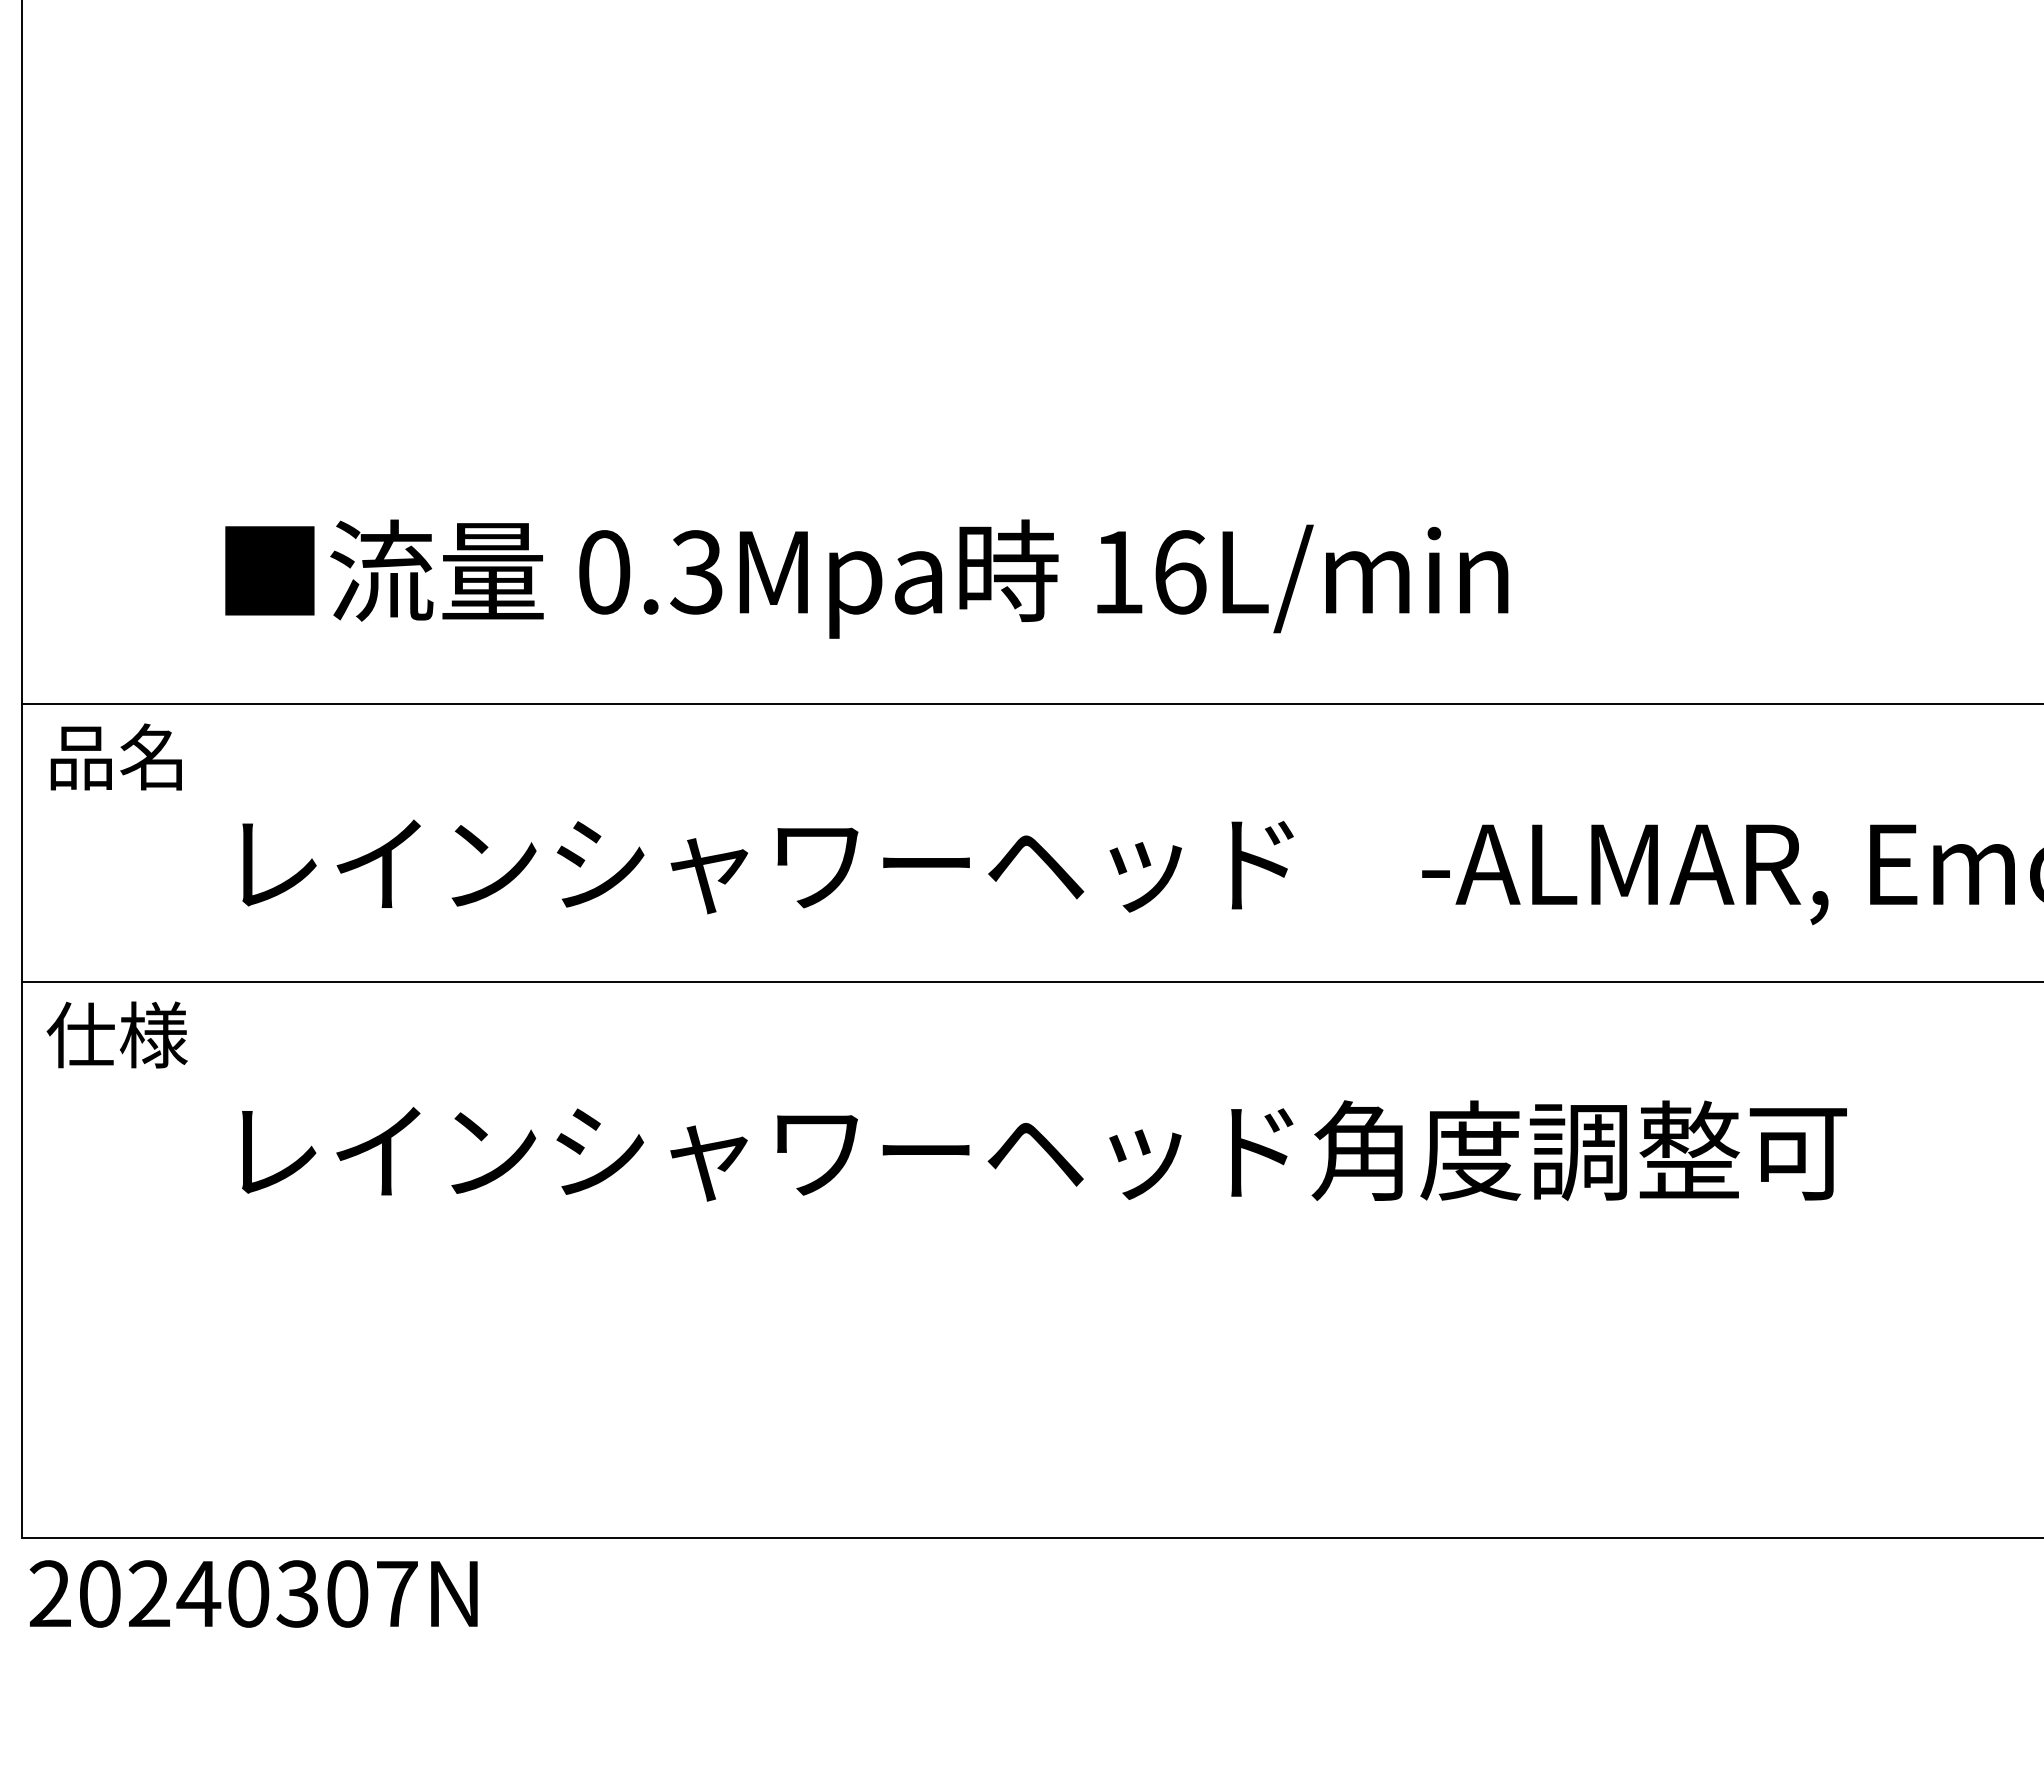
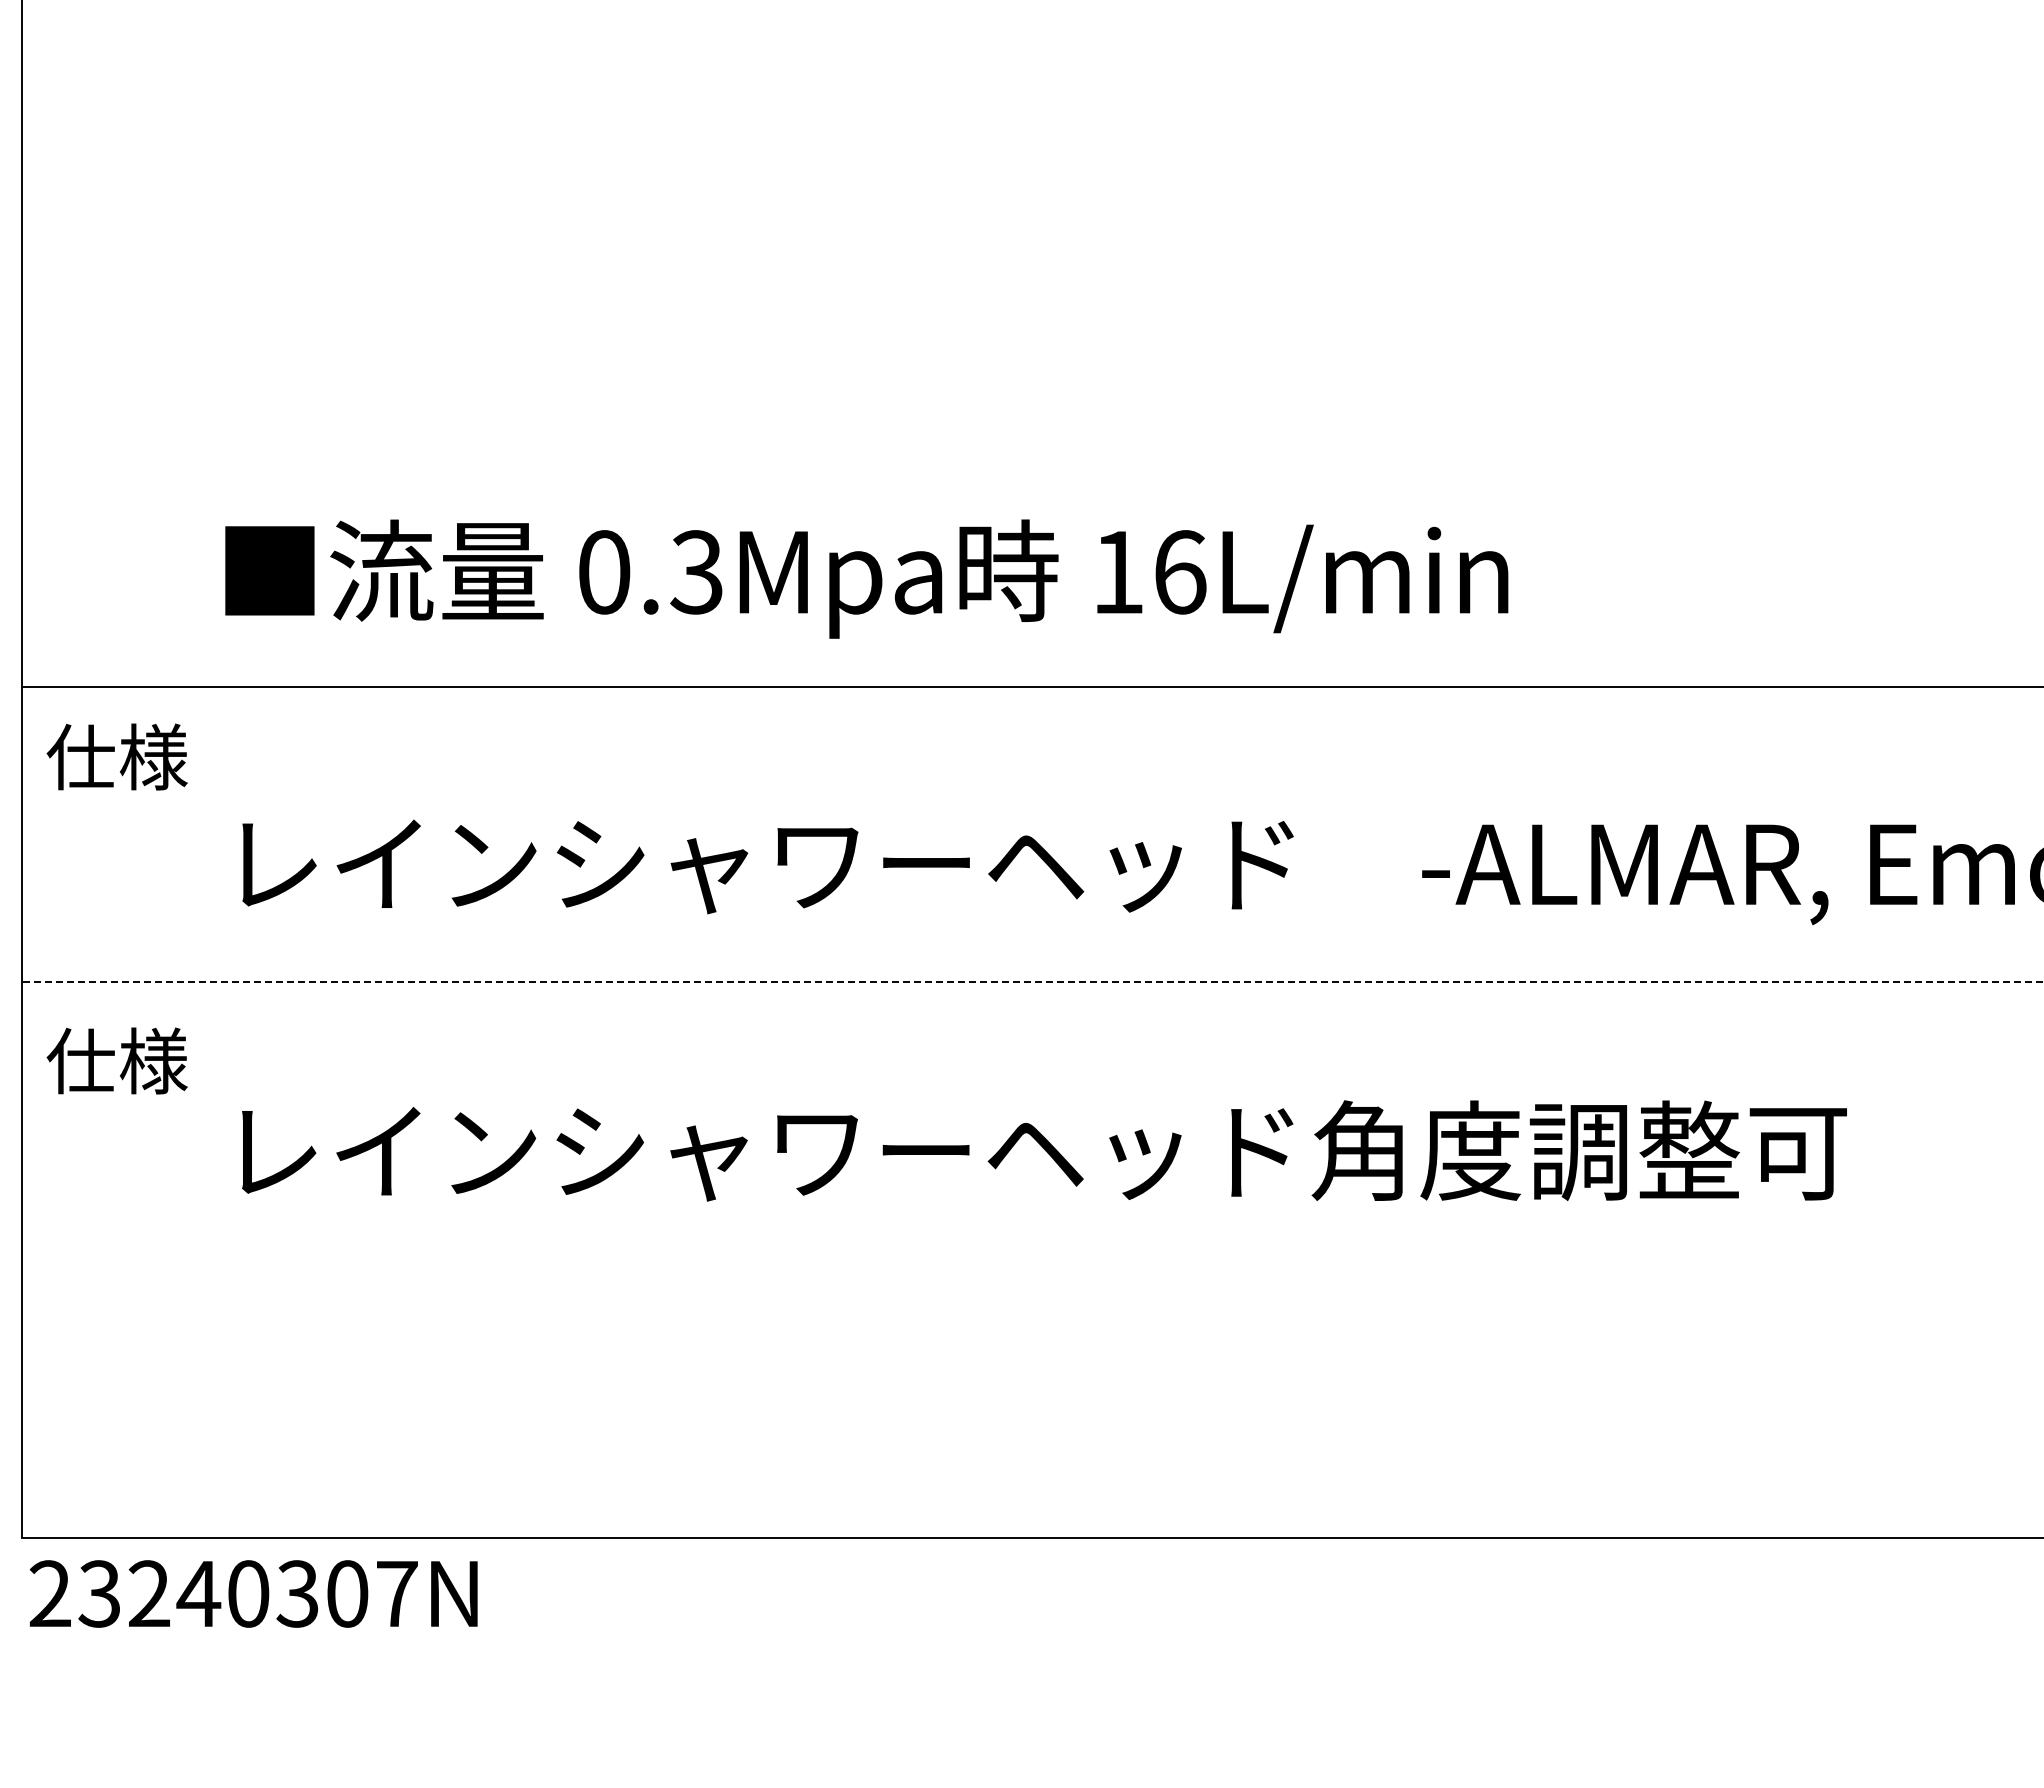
line at (1030, 703) position: (1030, 703) -> (1030, 686)
text at (116, 756): 品名 -> 仕様
line at (1032, 981): solid -> dashed
text at (116, 1034) position: (116, 1034) -> (116, 1060)
text at (99, 1593): 20240307N -> 23240307N
